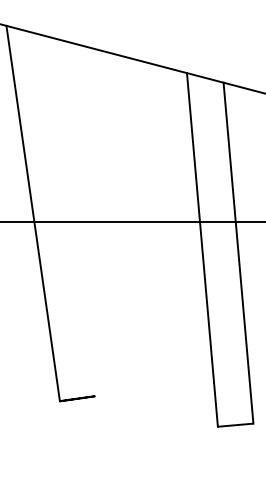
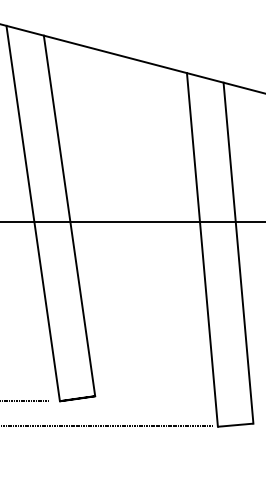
line at (69, 215): none -> present
line at (25, 400): none -> present
line at (107, 425): none -> present
